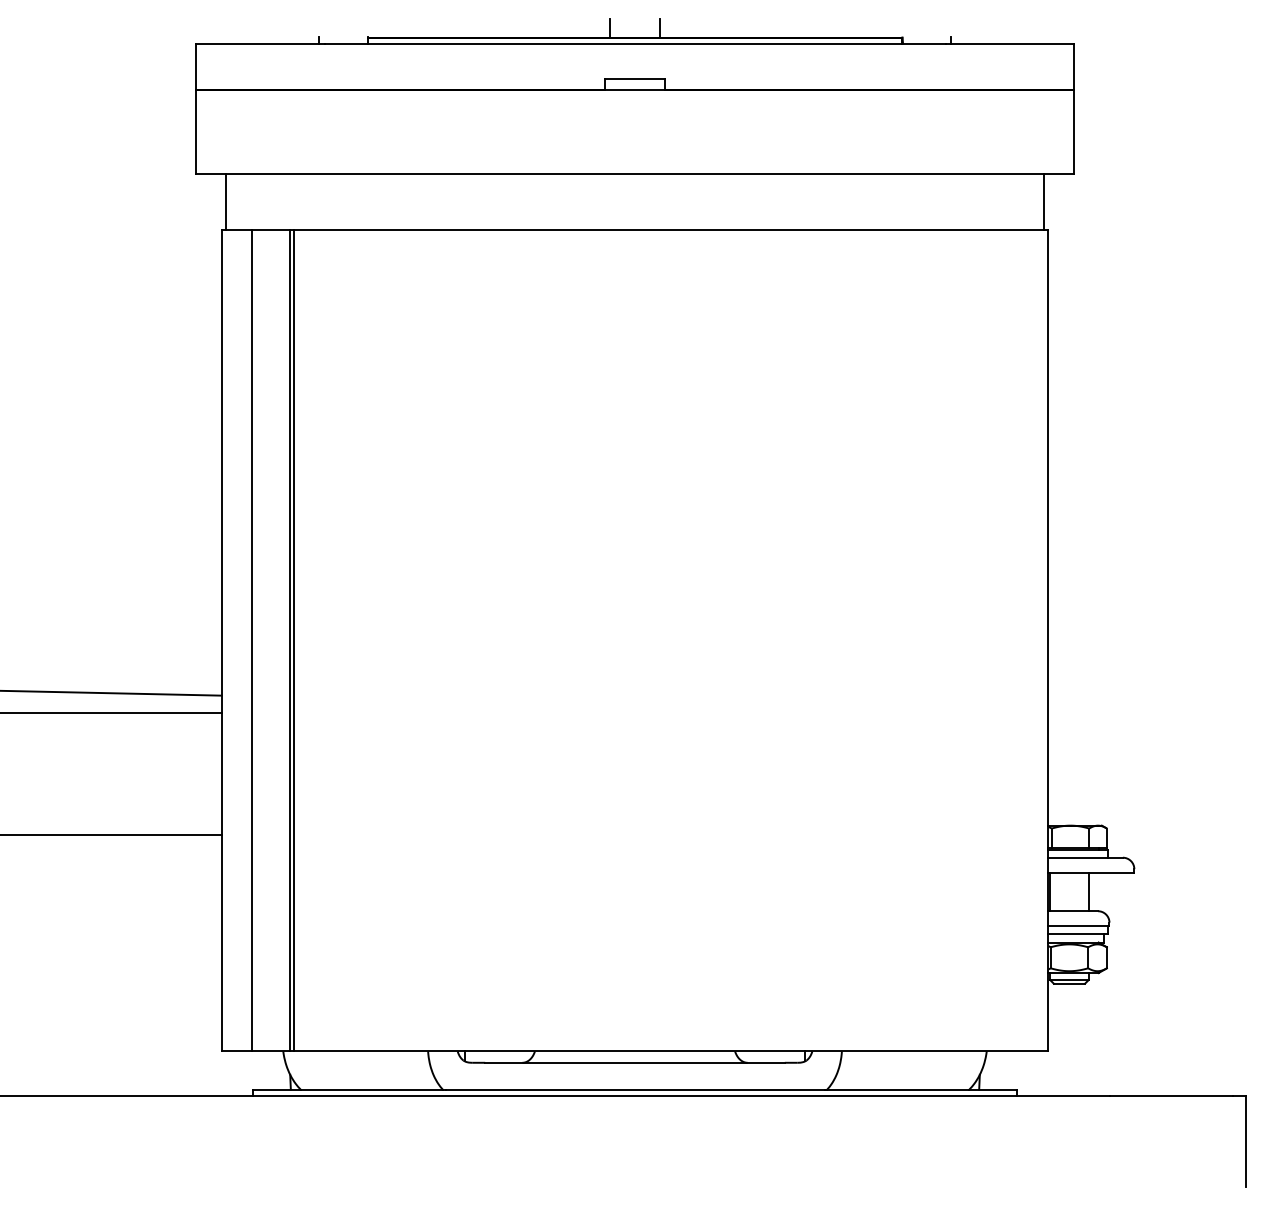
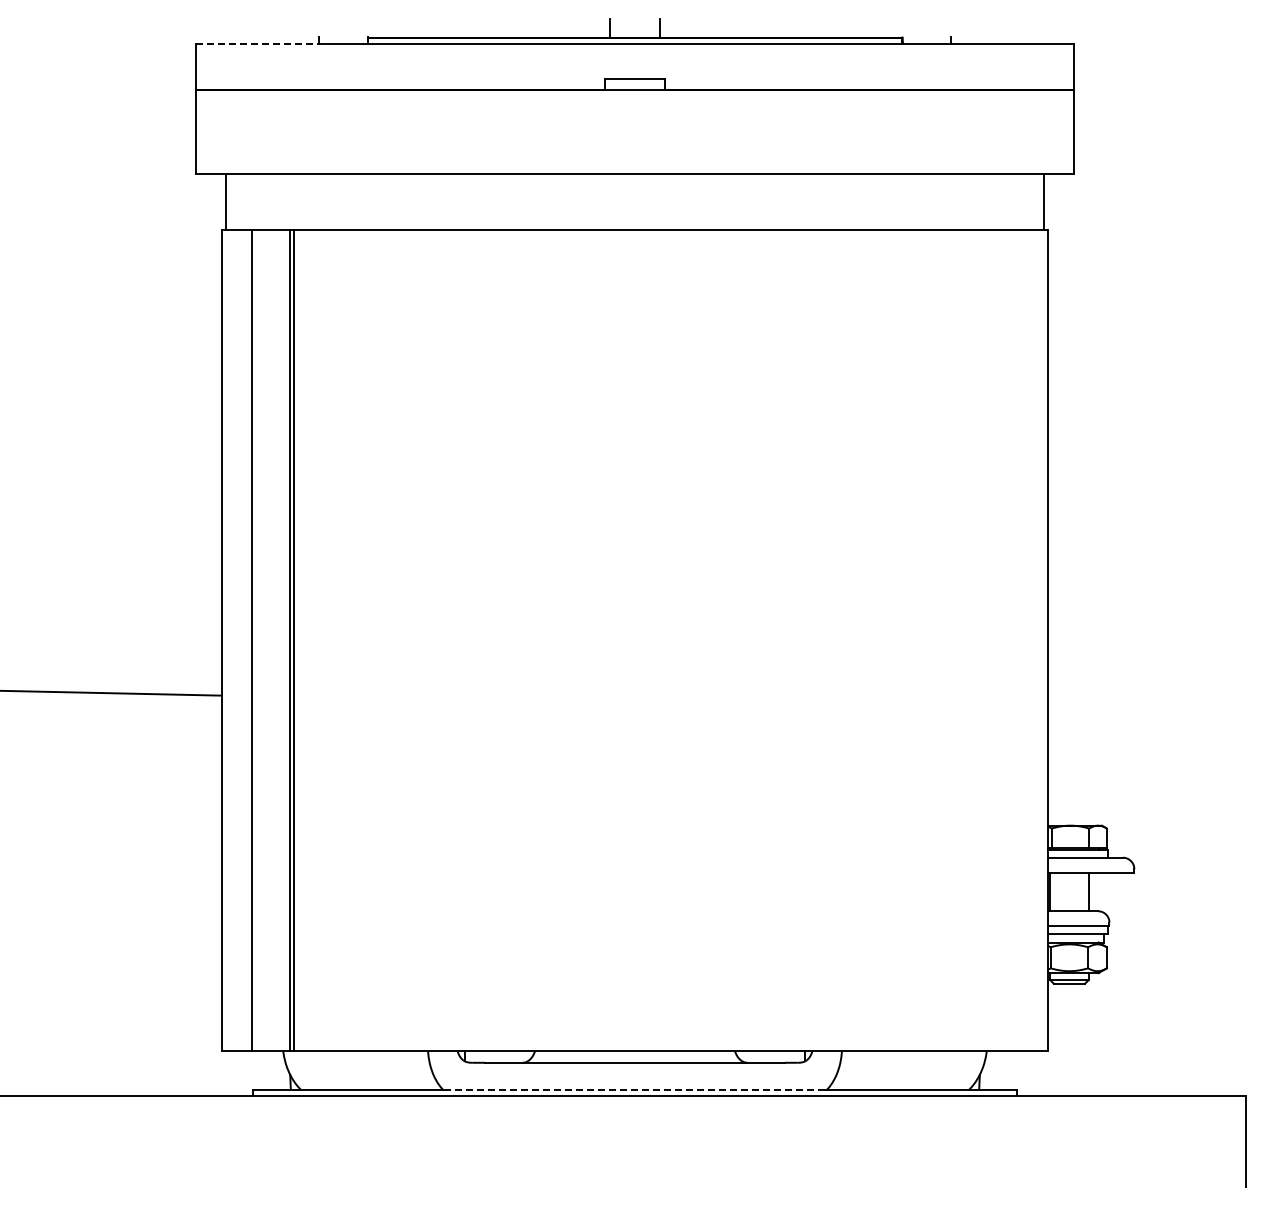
line at (260, 44): solid -> dashed
line at (111, 712): present -> none
line at (111, 834): present -> none
line at (634, 1089): solid -> dashed
